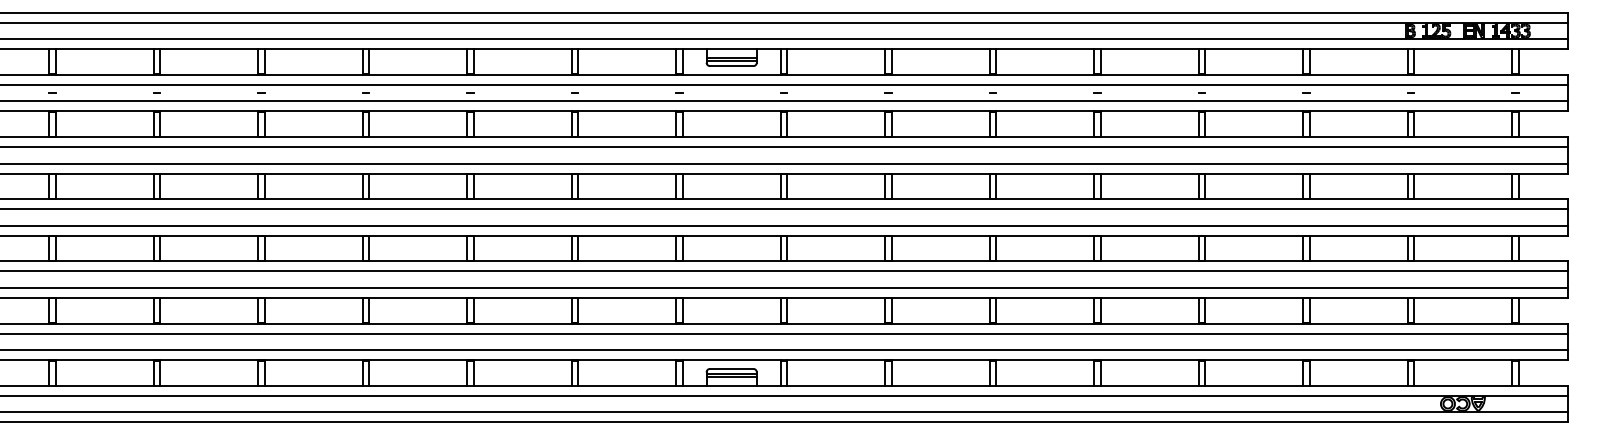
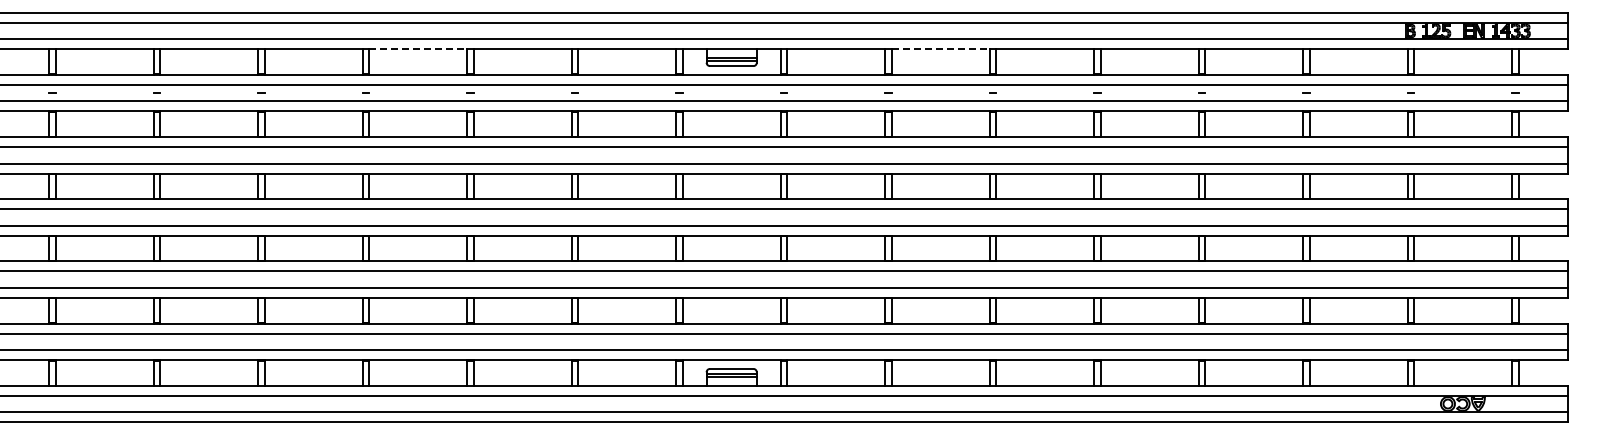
line at (418, 49): solid -> dashed
line at (940, 49): solid -> dashed
